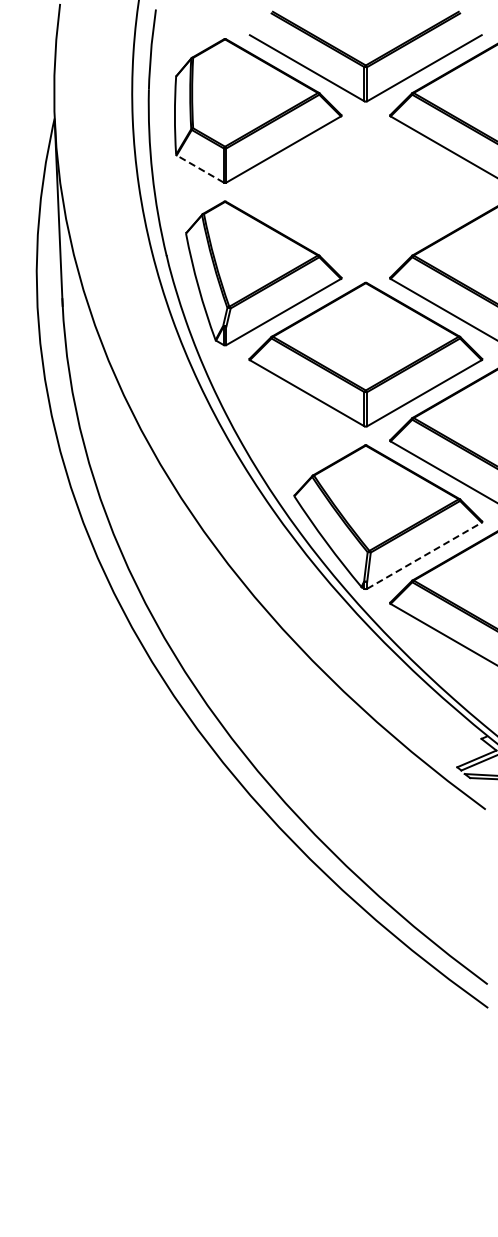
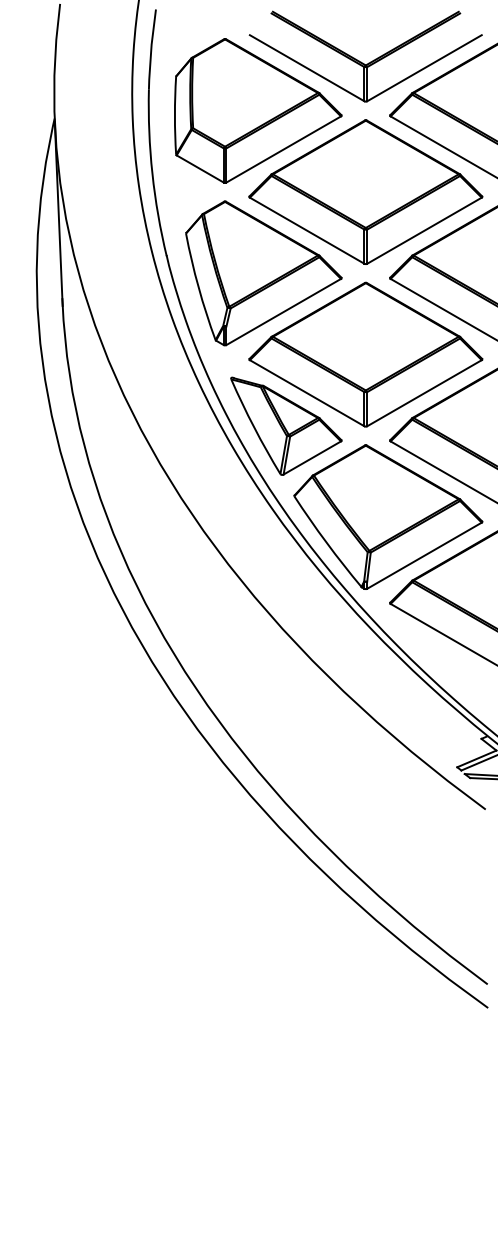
line at (199, 168): dashed -> solid
part at (365, 191): none -> present
part at (286, 425): none -> present
line at (424, 555): dashed -> solid
